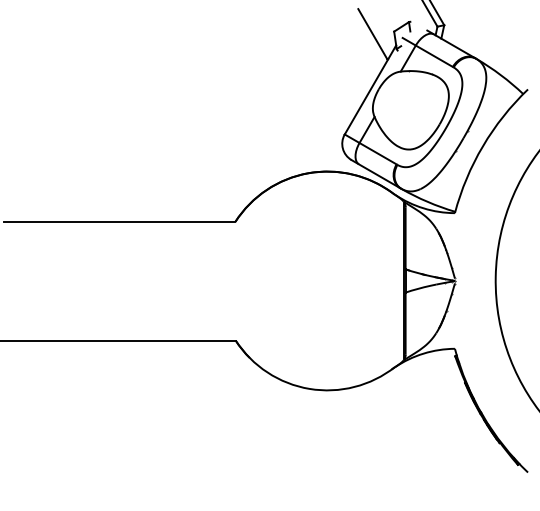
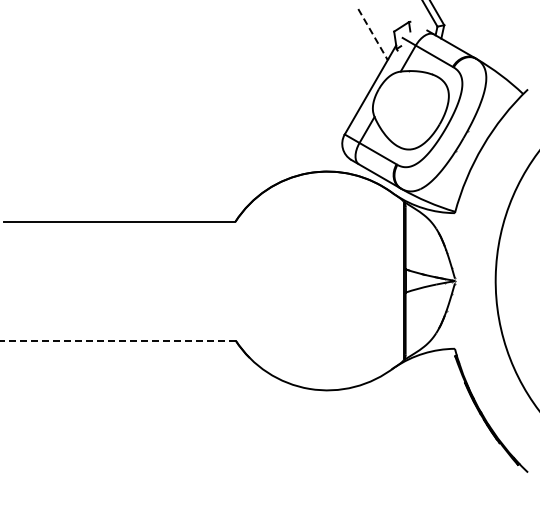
line at (372, 34): solid -> dashed
line at (117, 340): solid -> dashed
